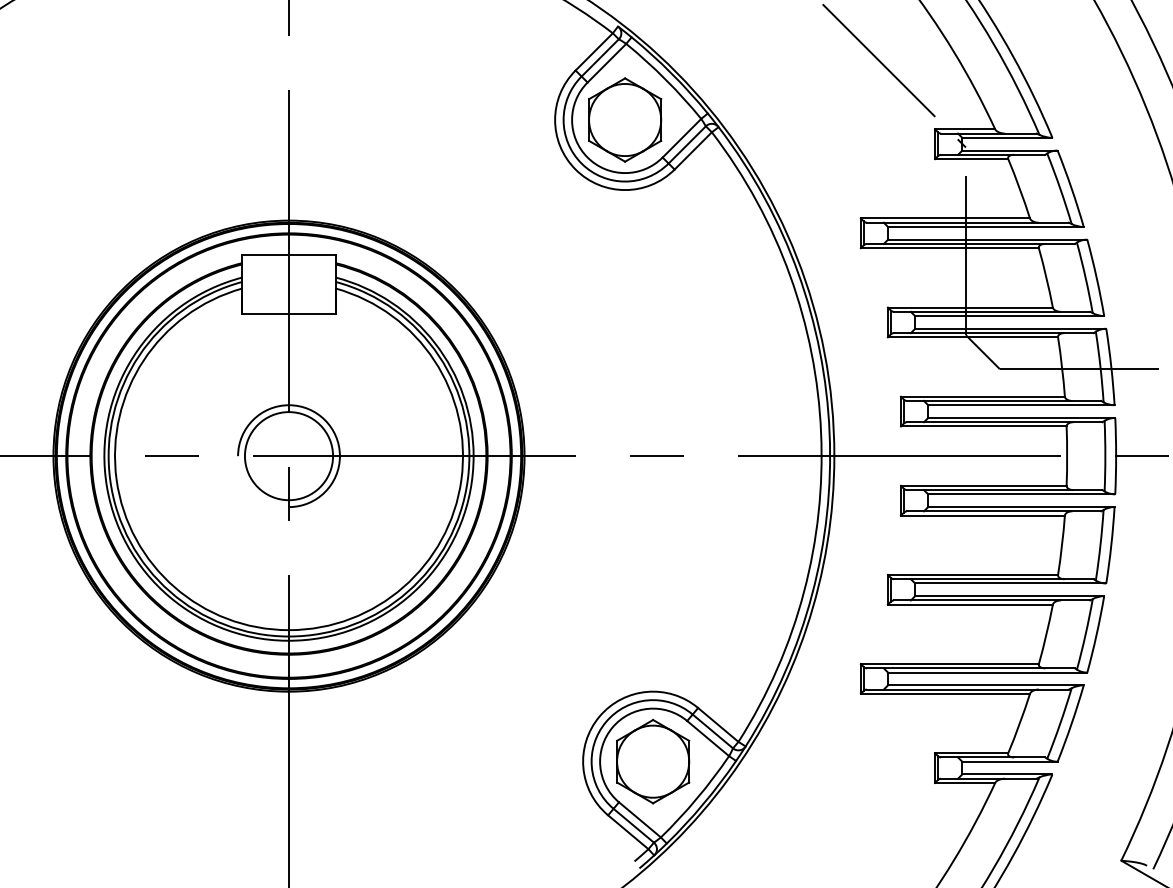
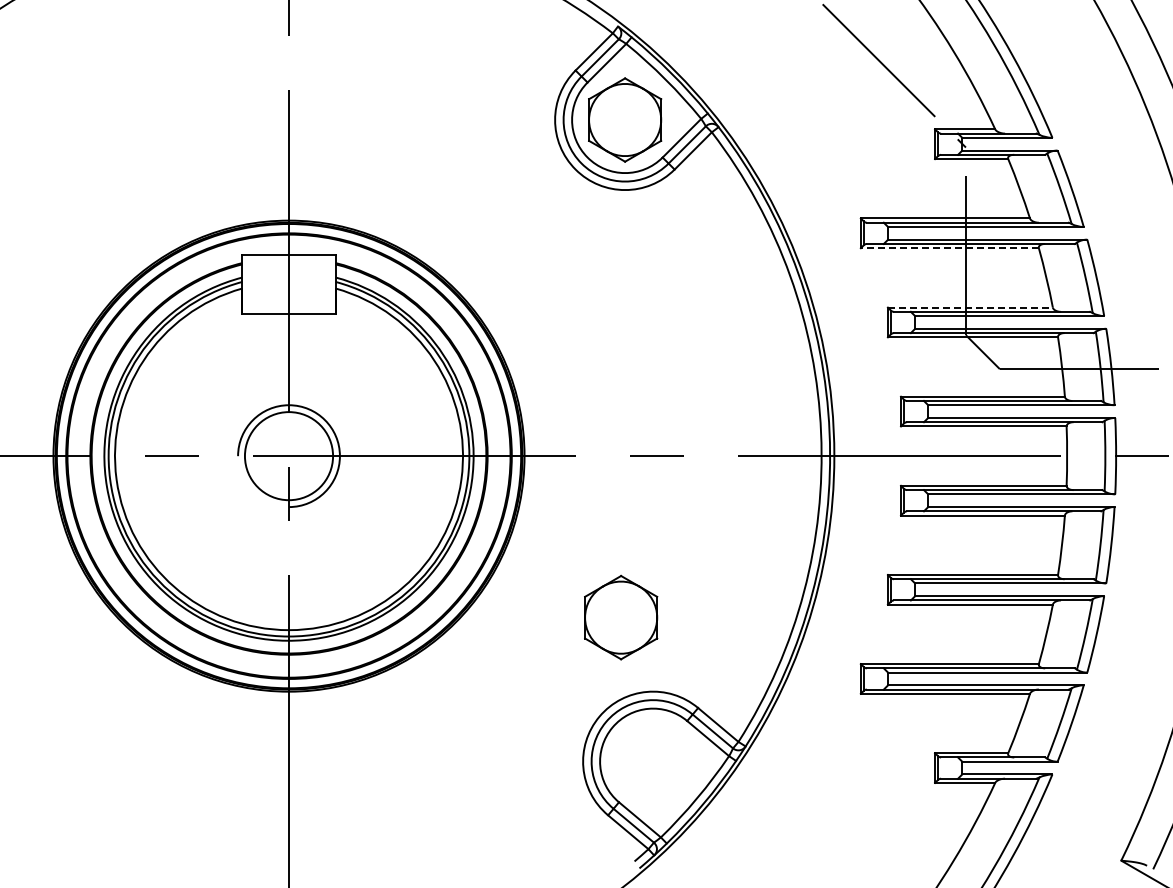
line at (949, 248): solid -> dashed
line at (970, 307): solid -> dashed
part at (653, 761) position: (653, 761) -> (621, 617)
